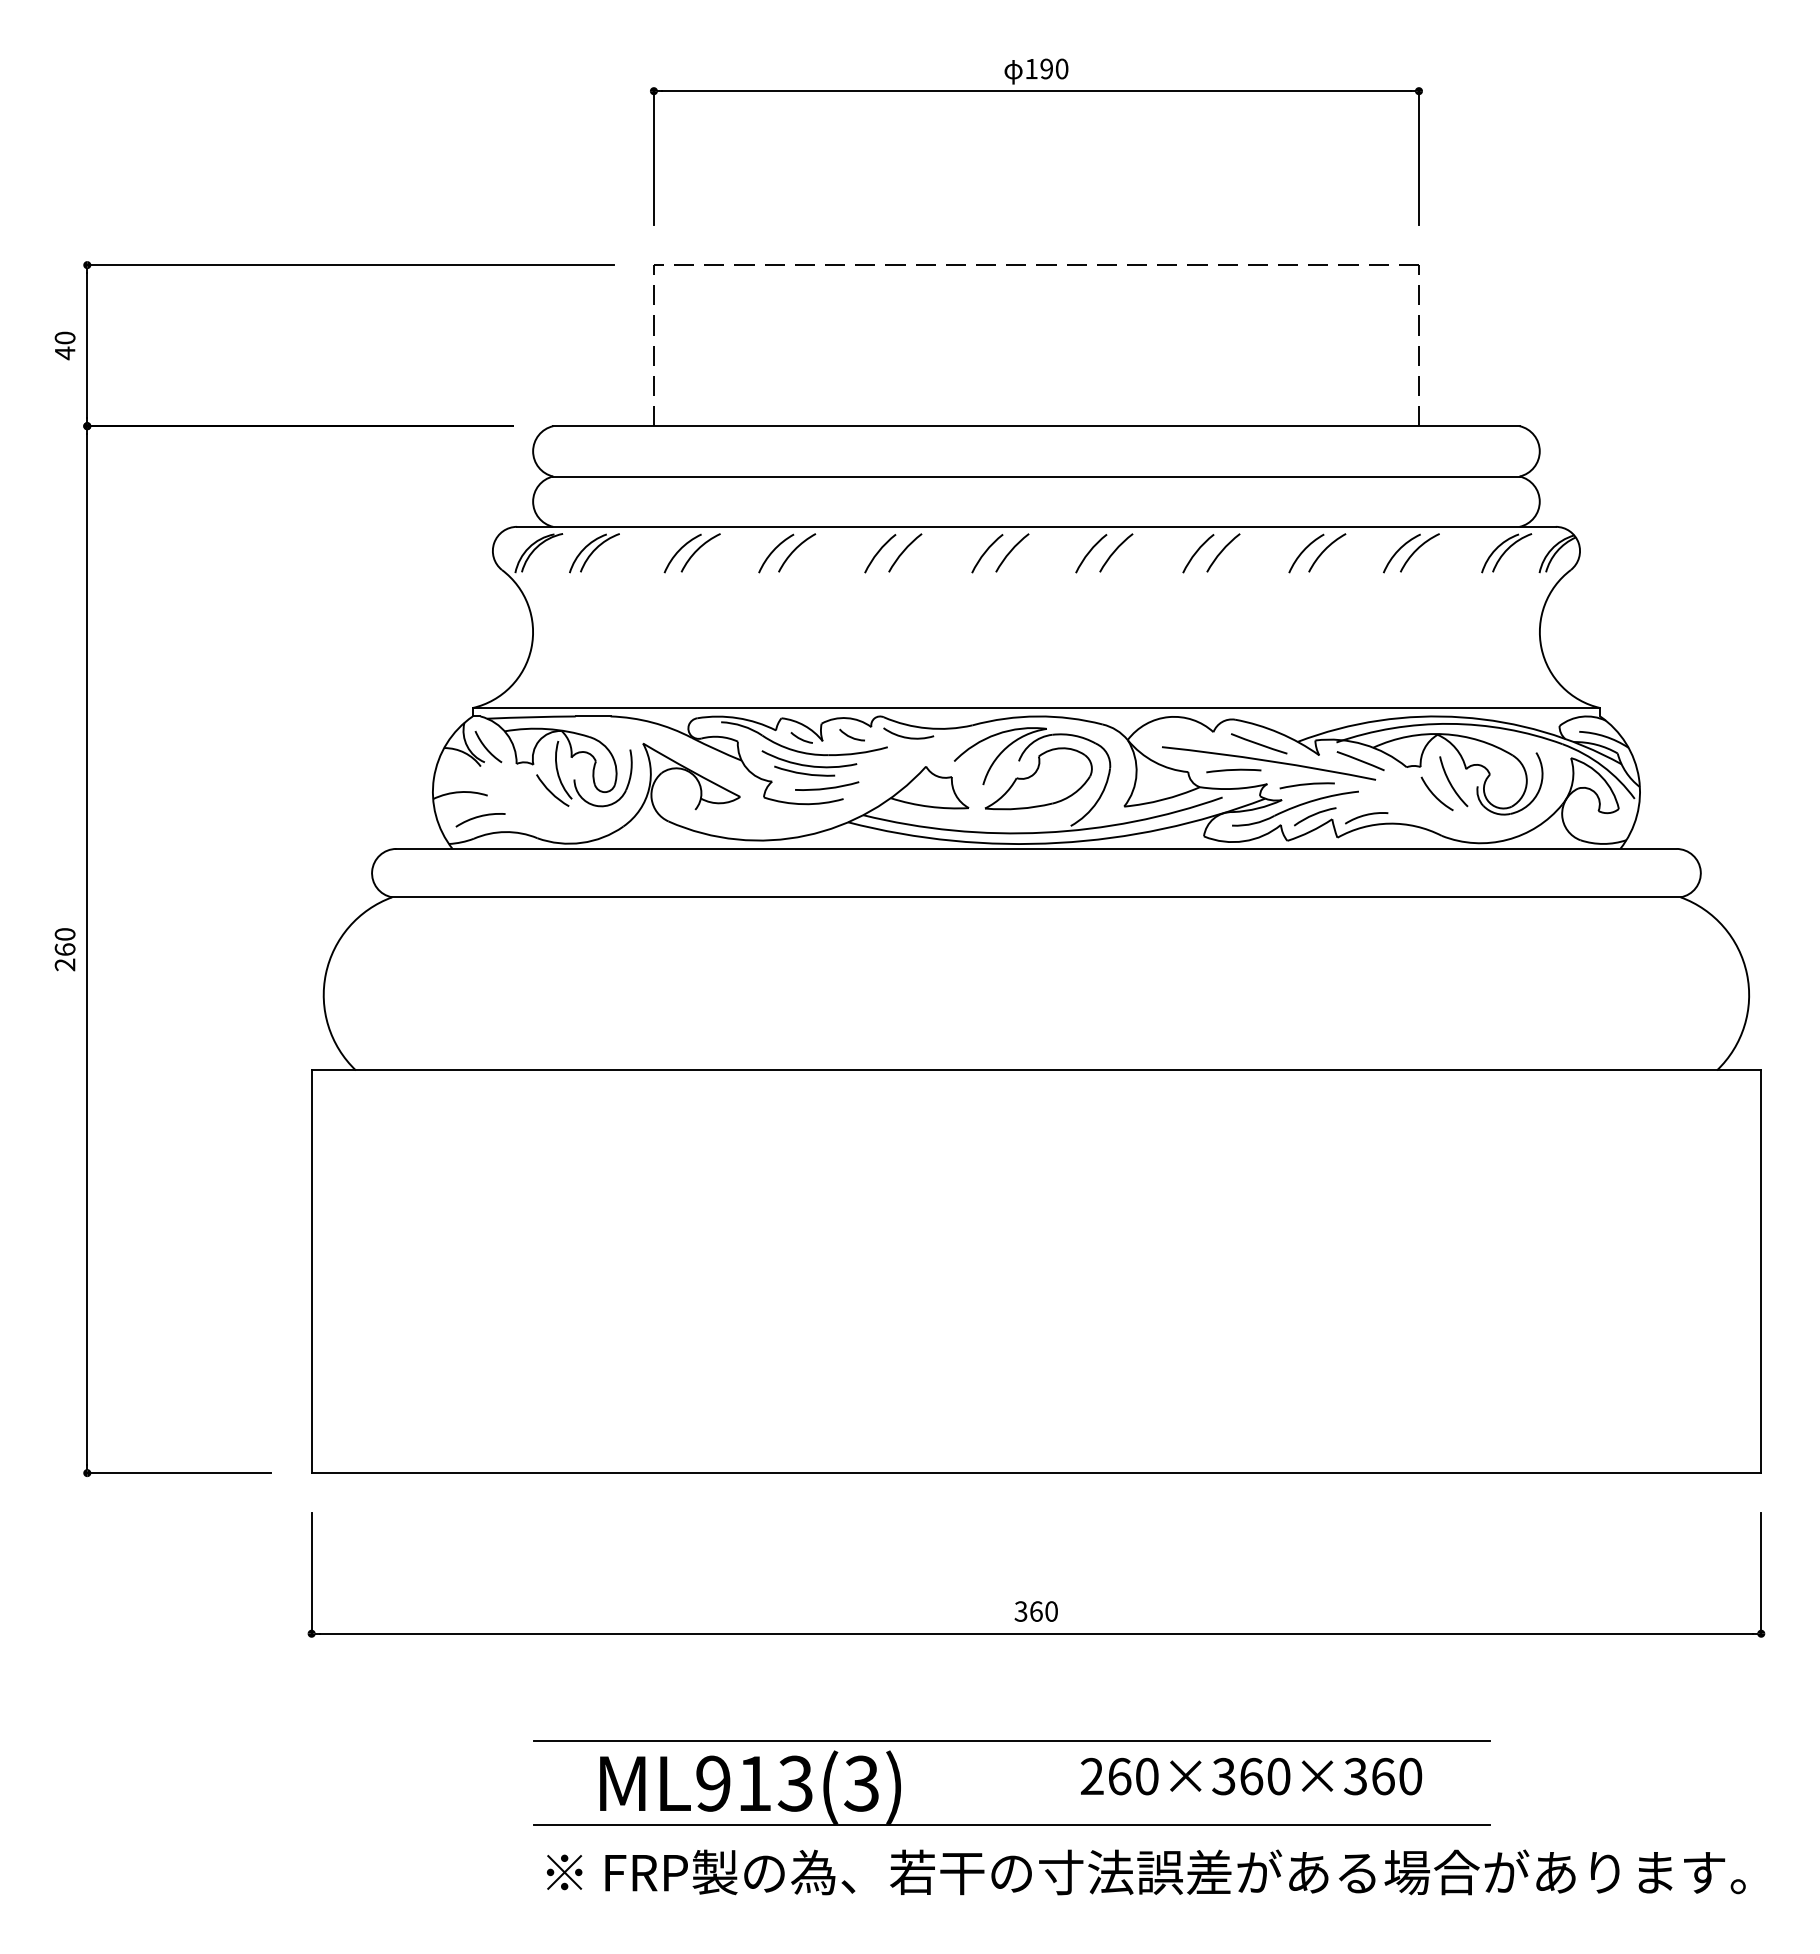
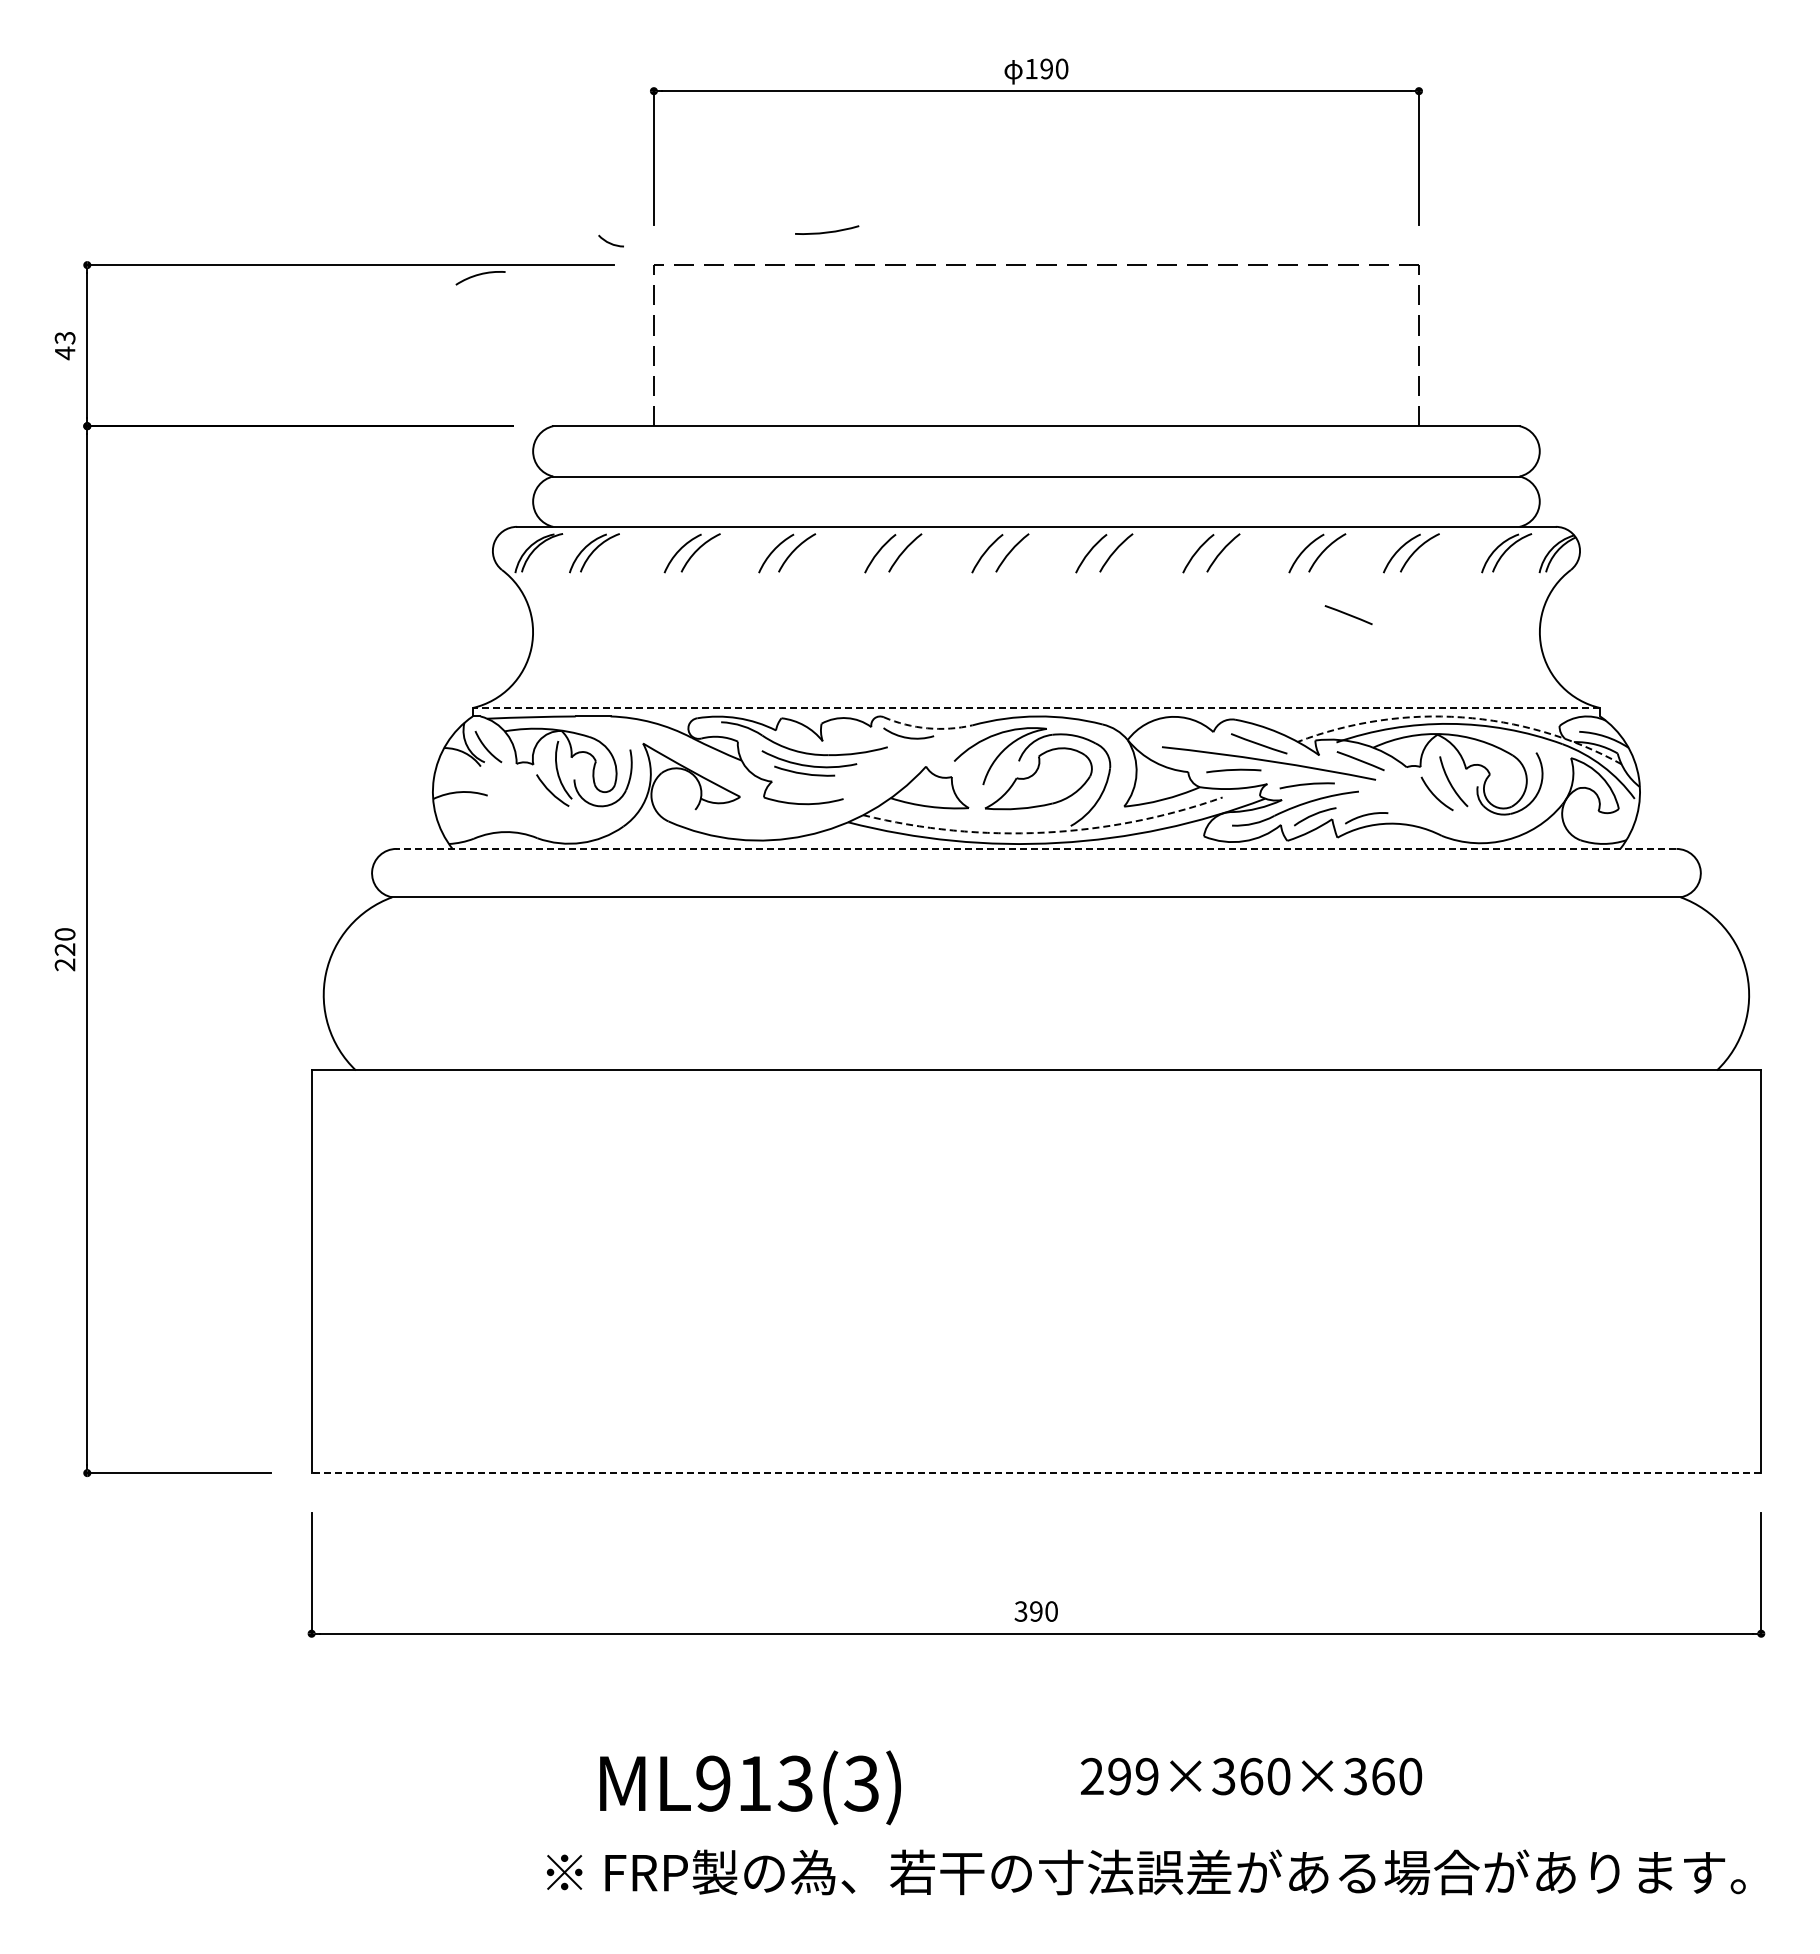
text at (65, 337): 40 -> 43
line at (1348, 615): none -> present
line at (1036, 708): solid -> dashed
arc at (1462, 717): solid -> dashed
arc at (927, 728): solid -> dashed
arc at (851, 736) position: (851, 736) -> (610, 242)
arc at (801, 738): present -> none
arc at (827, 787) position: (827, 787) -> (827, 231)
arc at (480, 817) position: (480, 817) -> (480, 275)
arc at (1044, 832): solid -> dashed
line at (1035, 848): solid -> dashed
text at (64, 949): 260 -> 220
line at (1036, 1473): solid -> dashed
text at (1036, 1611): 360 -> 390
line at (1012, 1740): present -> none
text at (1133, 1776): 260×360×360 -> 299×360×360
line at (1012, 1825): present -> none
